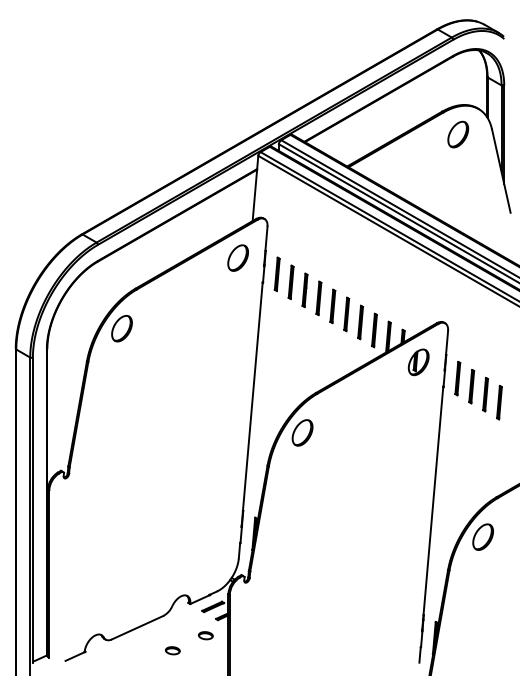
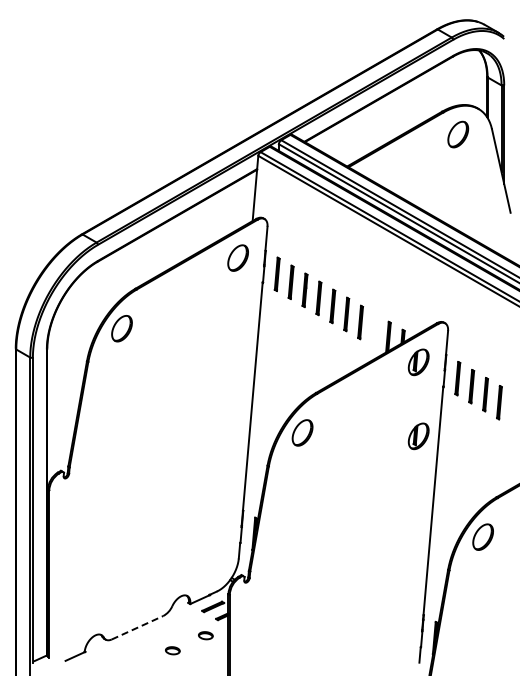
part at (374, 330): present -> none
part at (418, 436): none -> present
line at (137, 627): solid -> dashed
